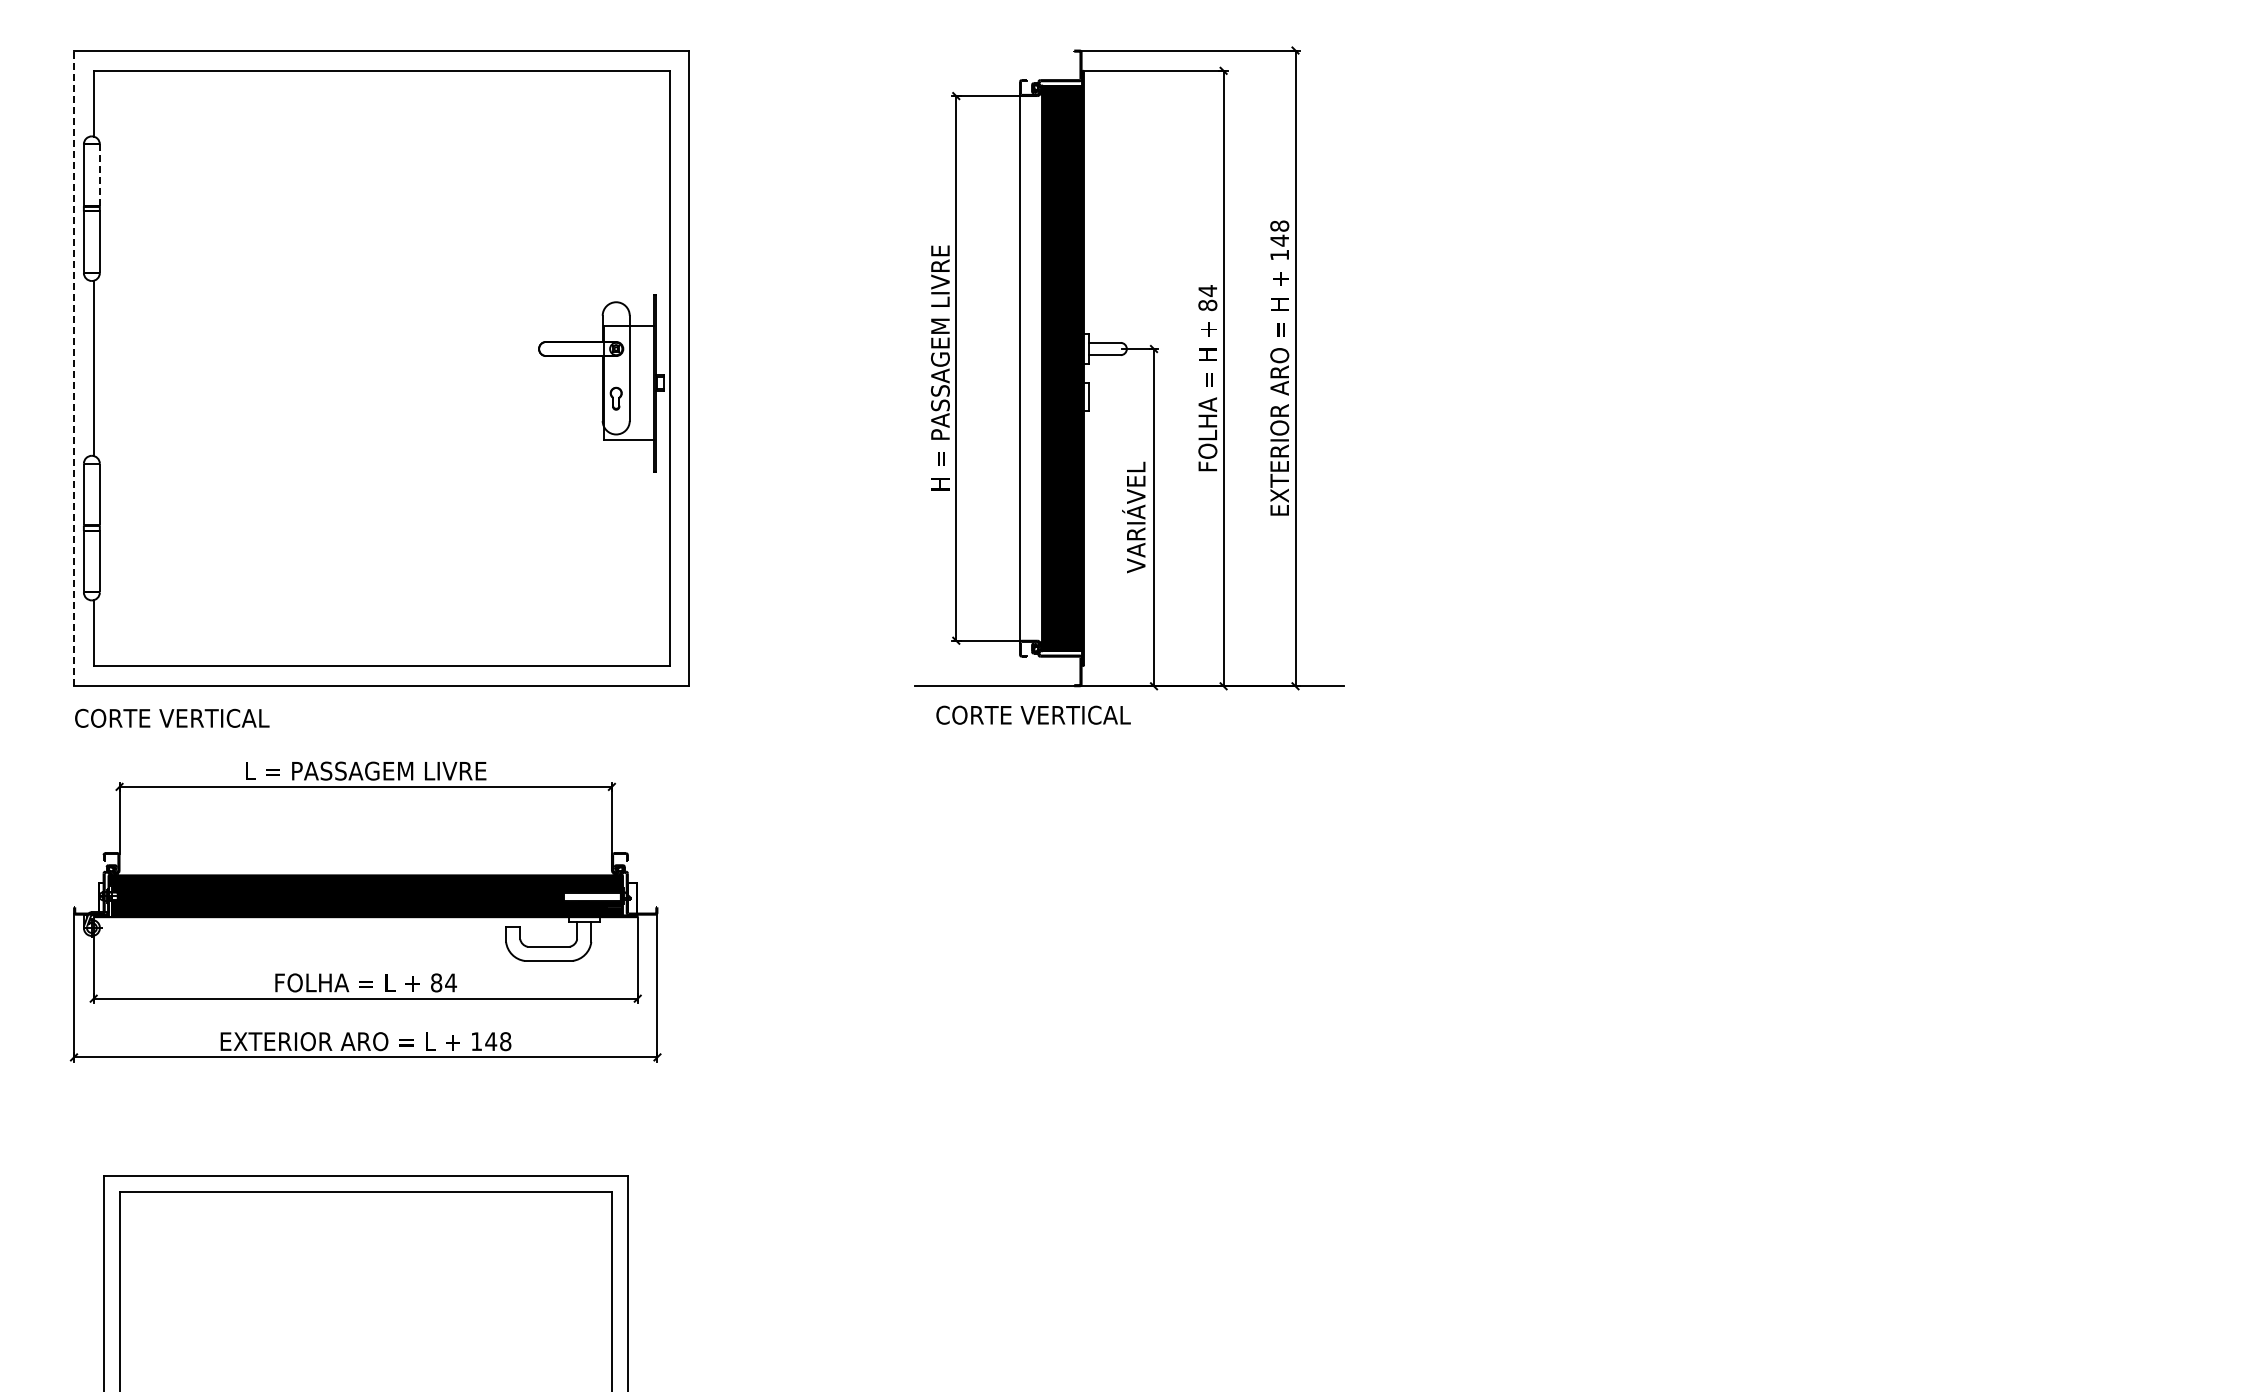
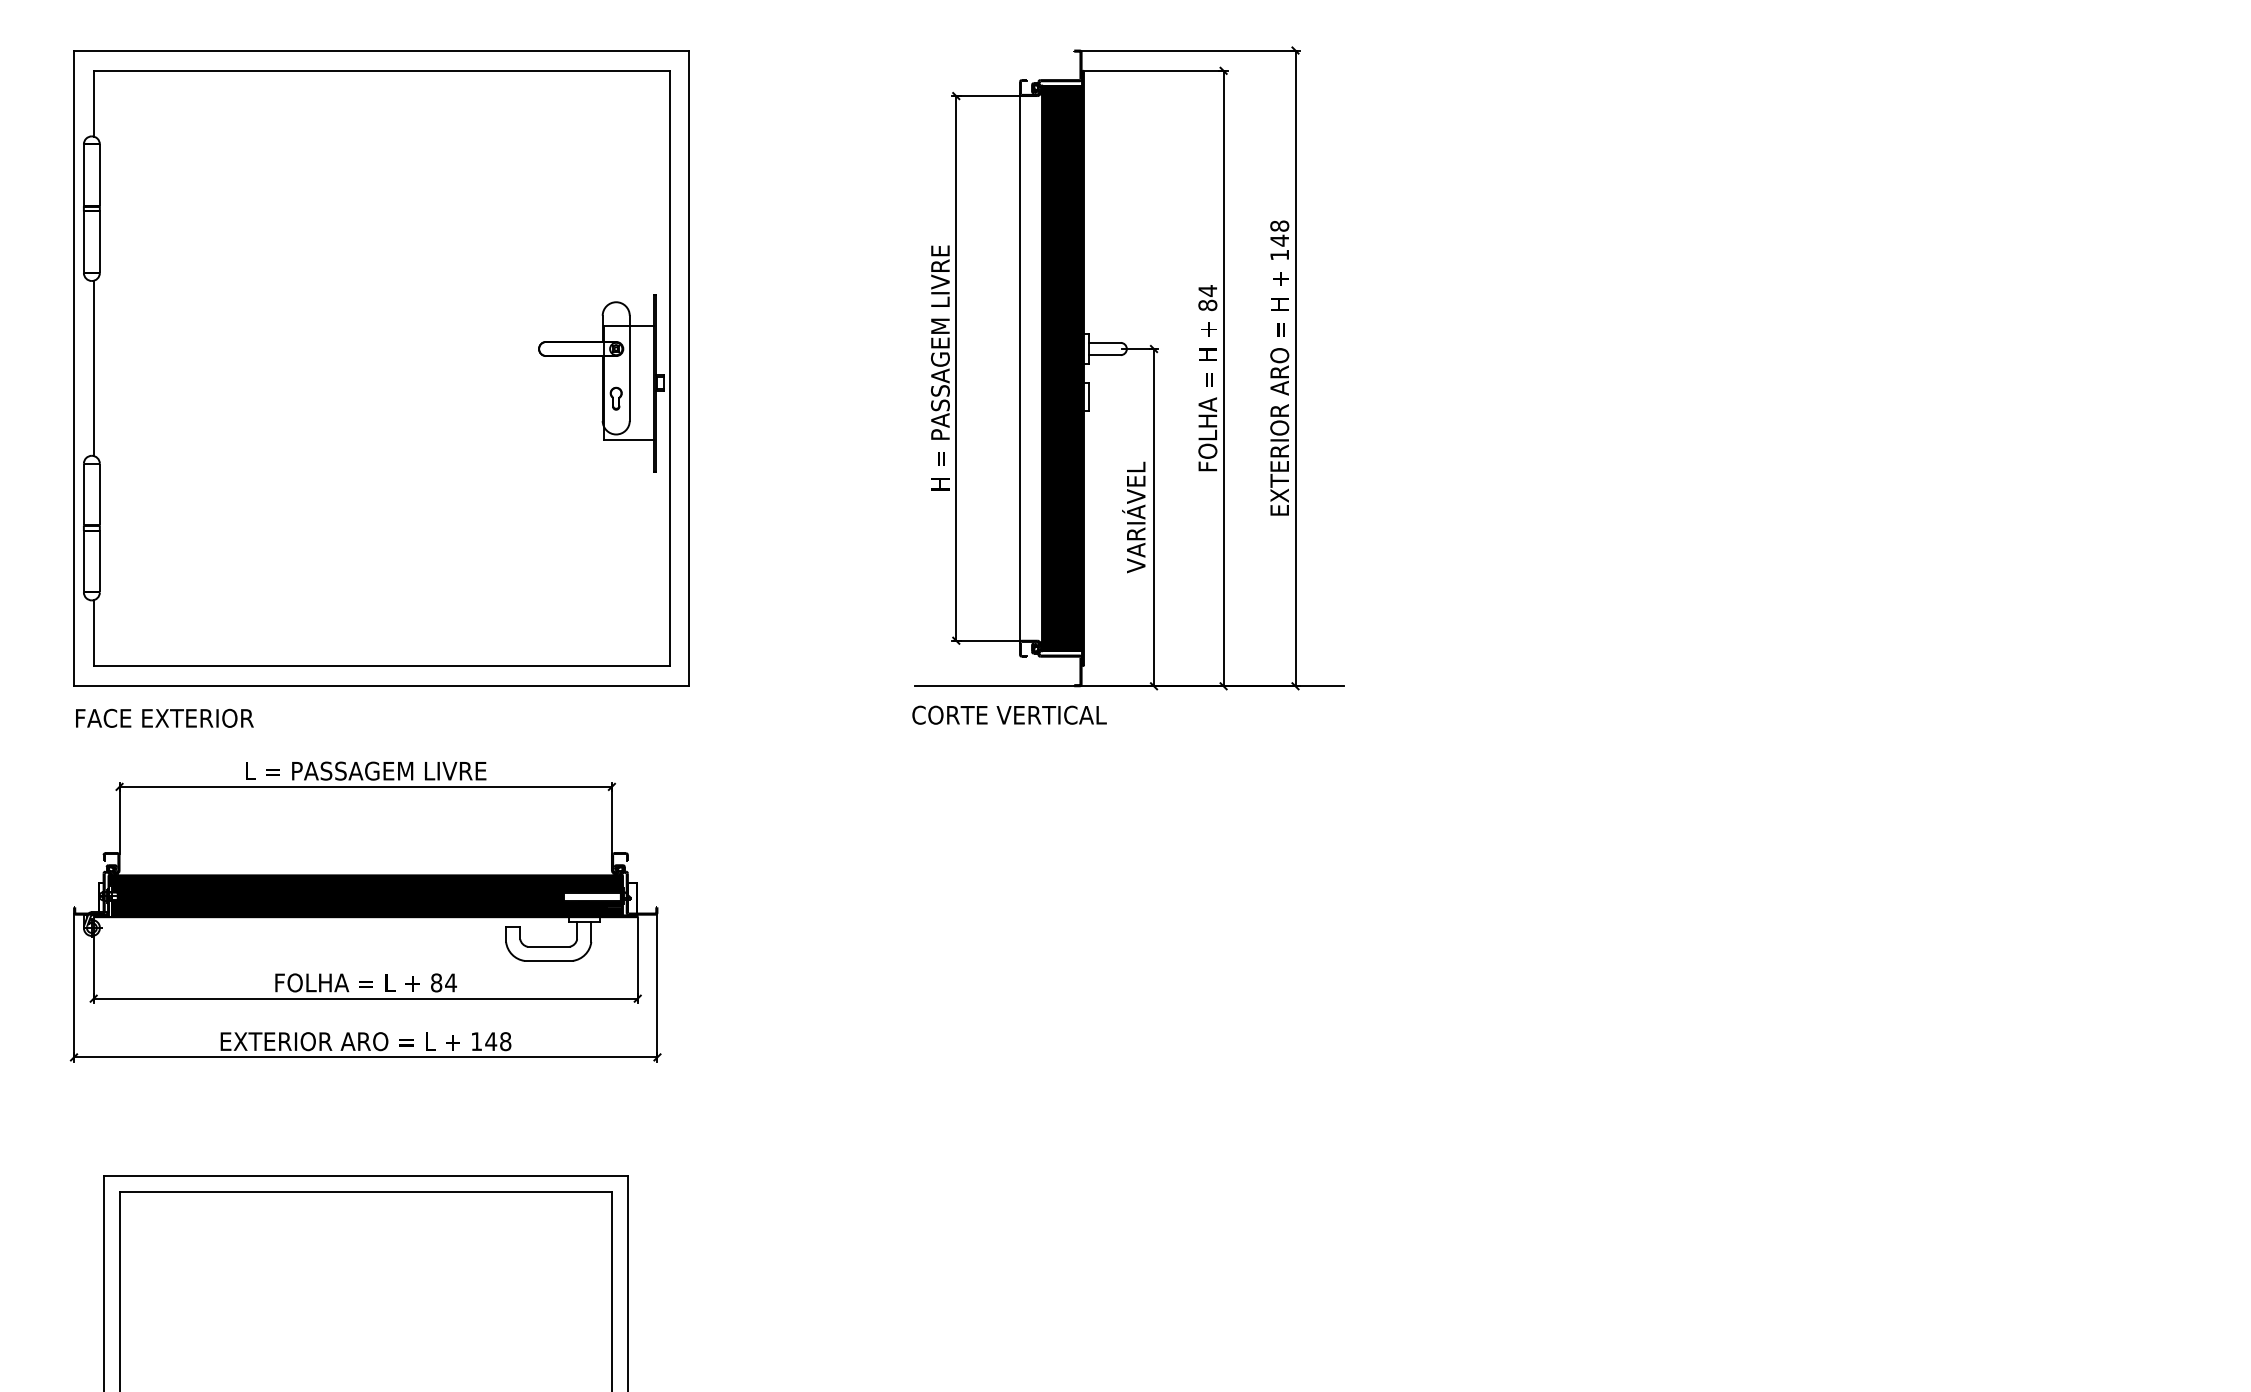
line at (99, 175): dashed -> solid
line at (74, 368): dashed -> solid
text at (1033, 714) position: (1033, 714) -> (1009, 714)
text at (172, 717): CORTE VERTICAL -> FACE EXTERIOR
